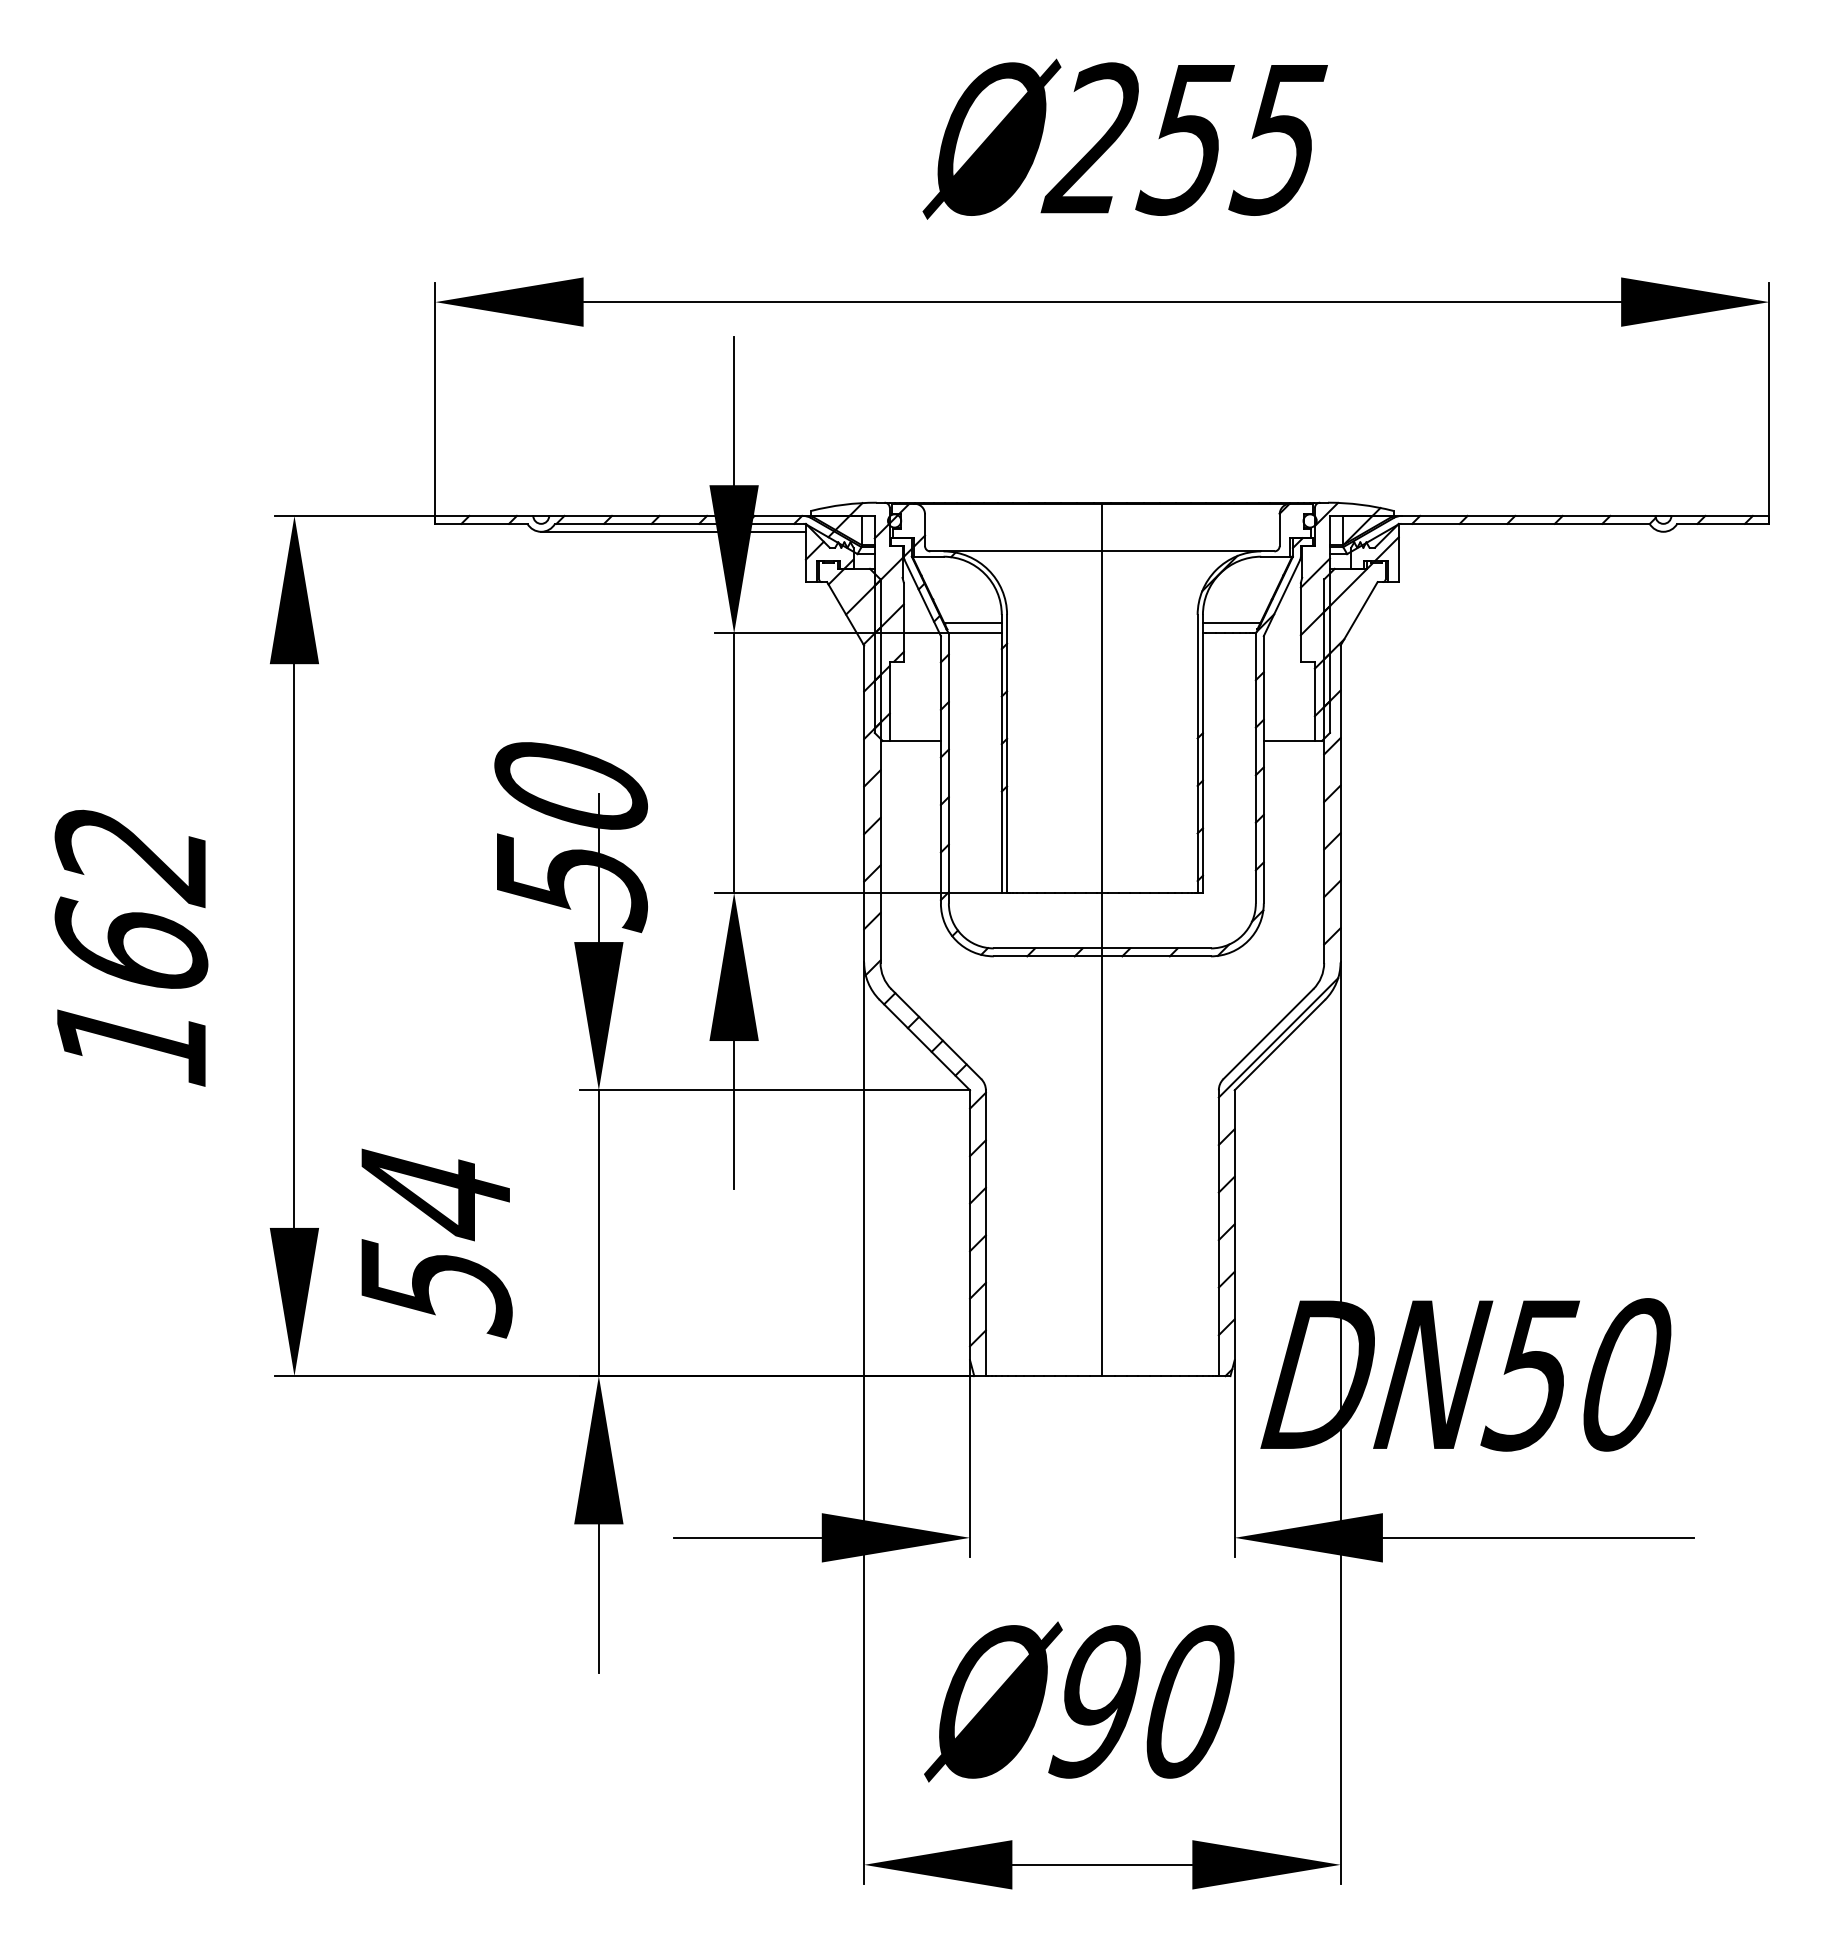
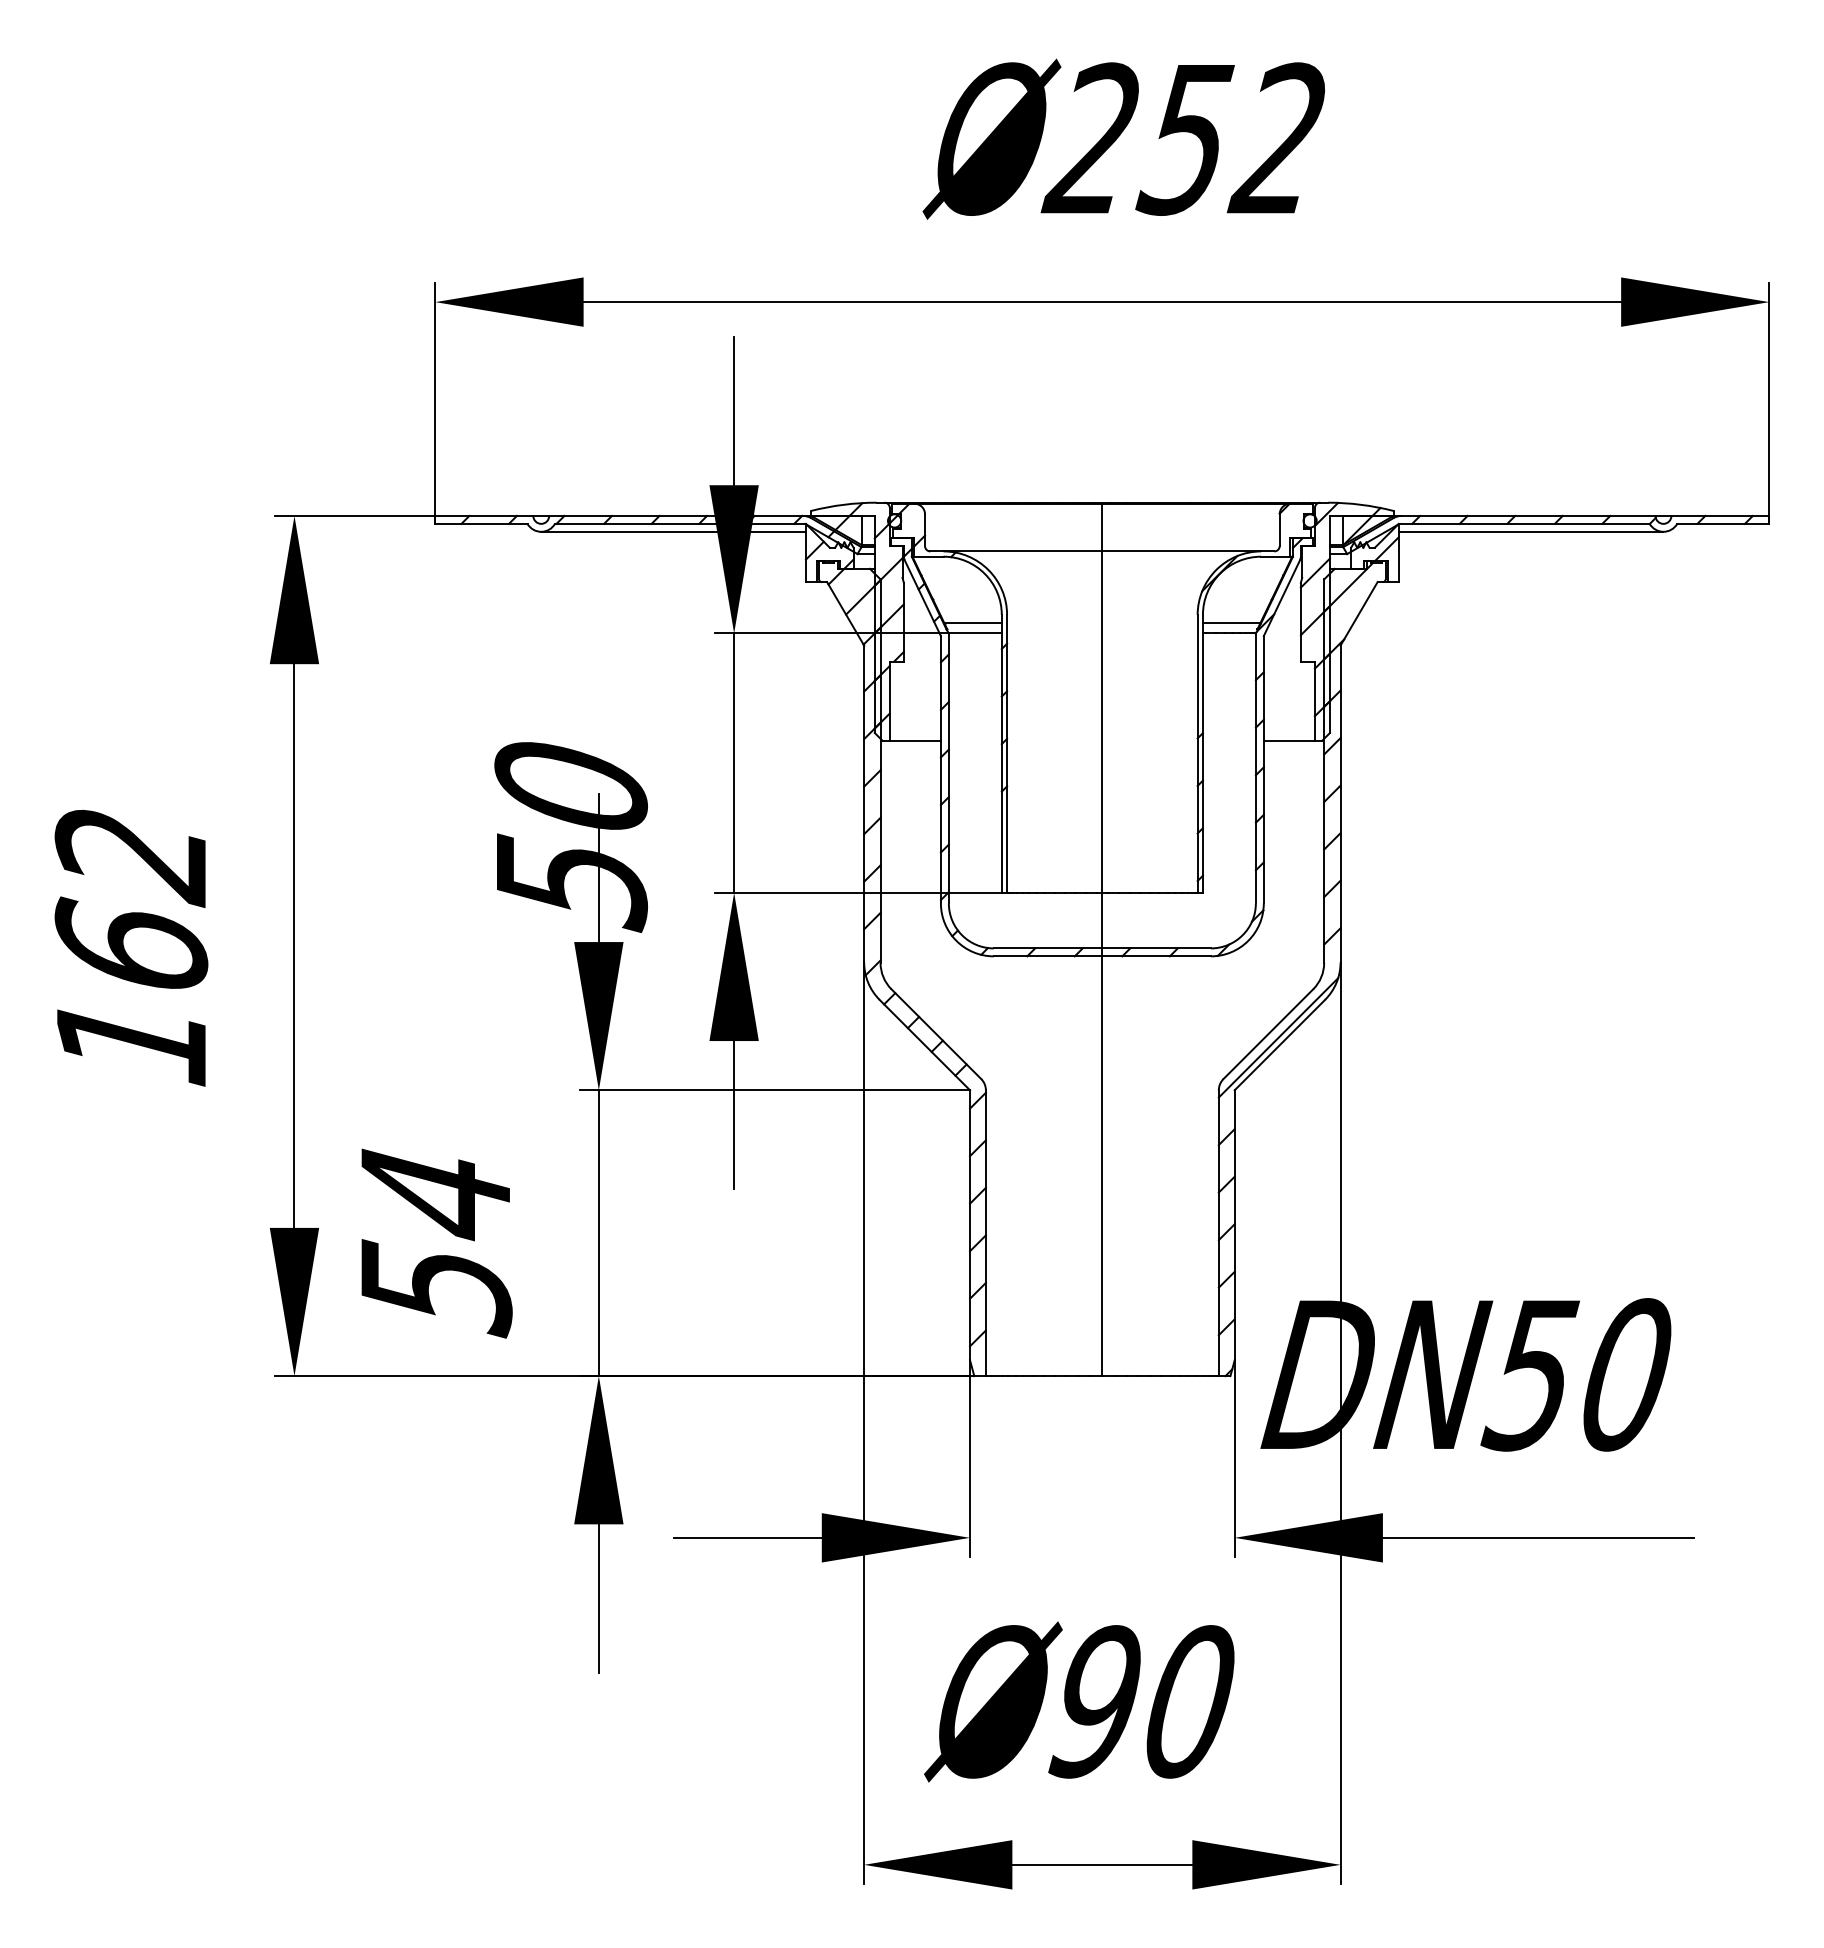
text at (1276, 138): Ø255 -> Ø252
line at (1530, 531): none -> present
